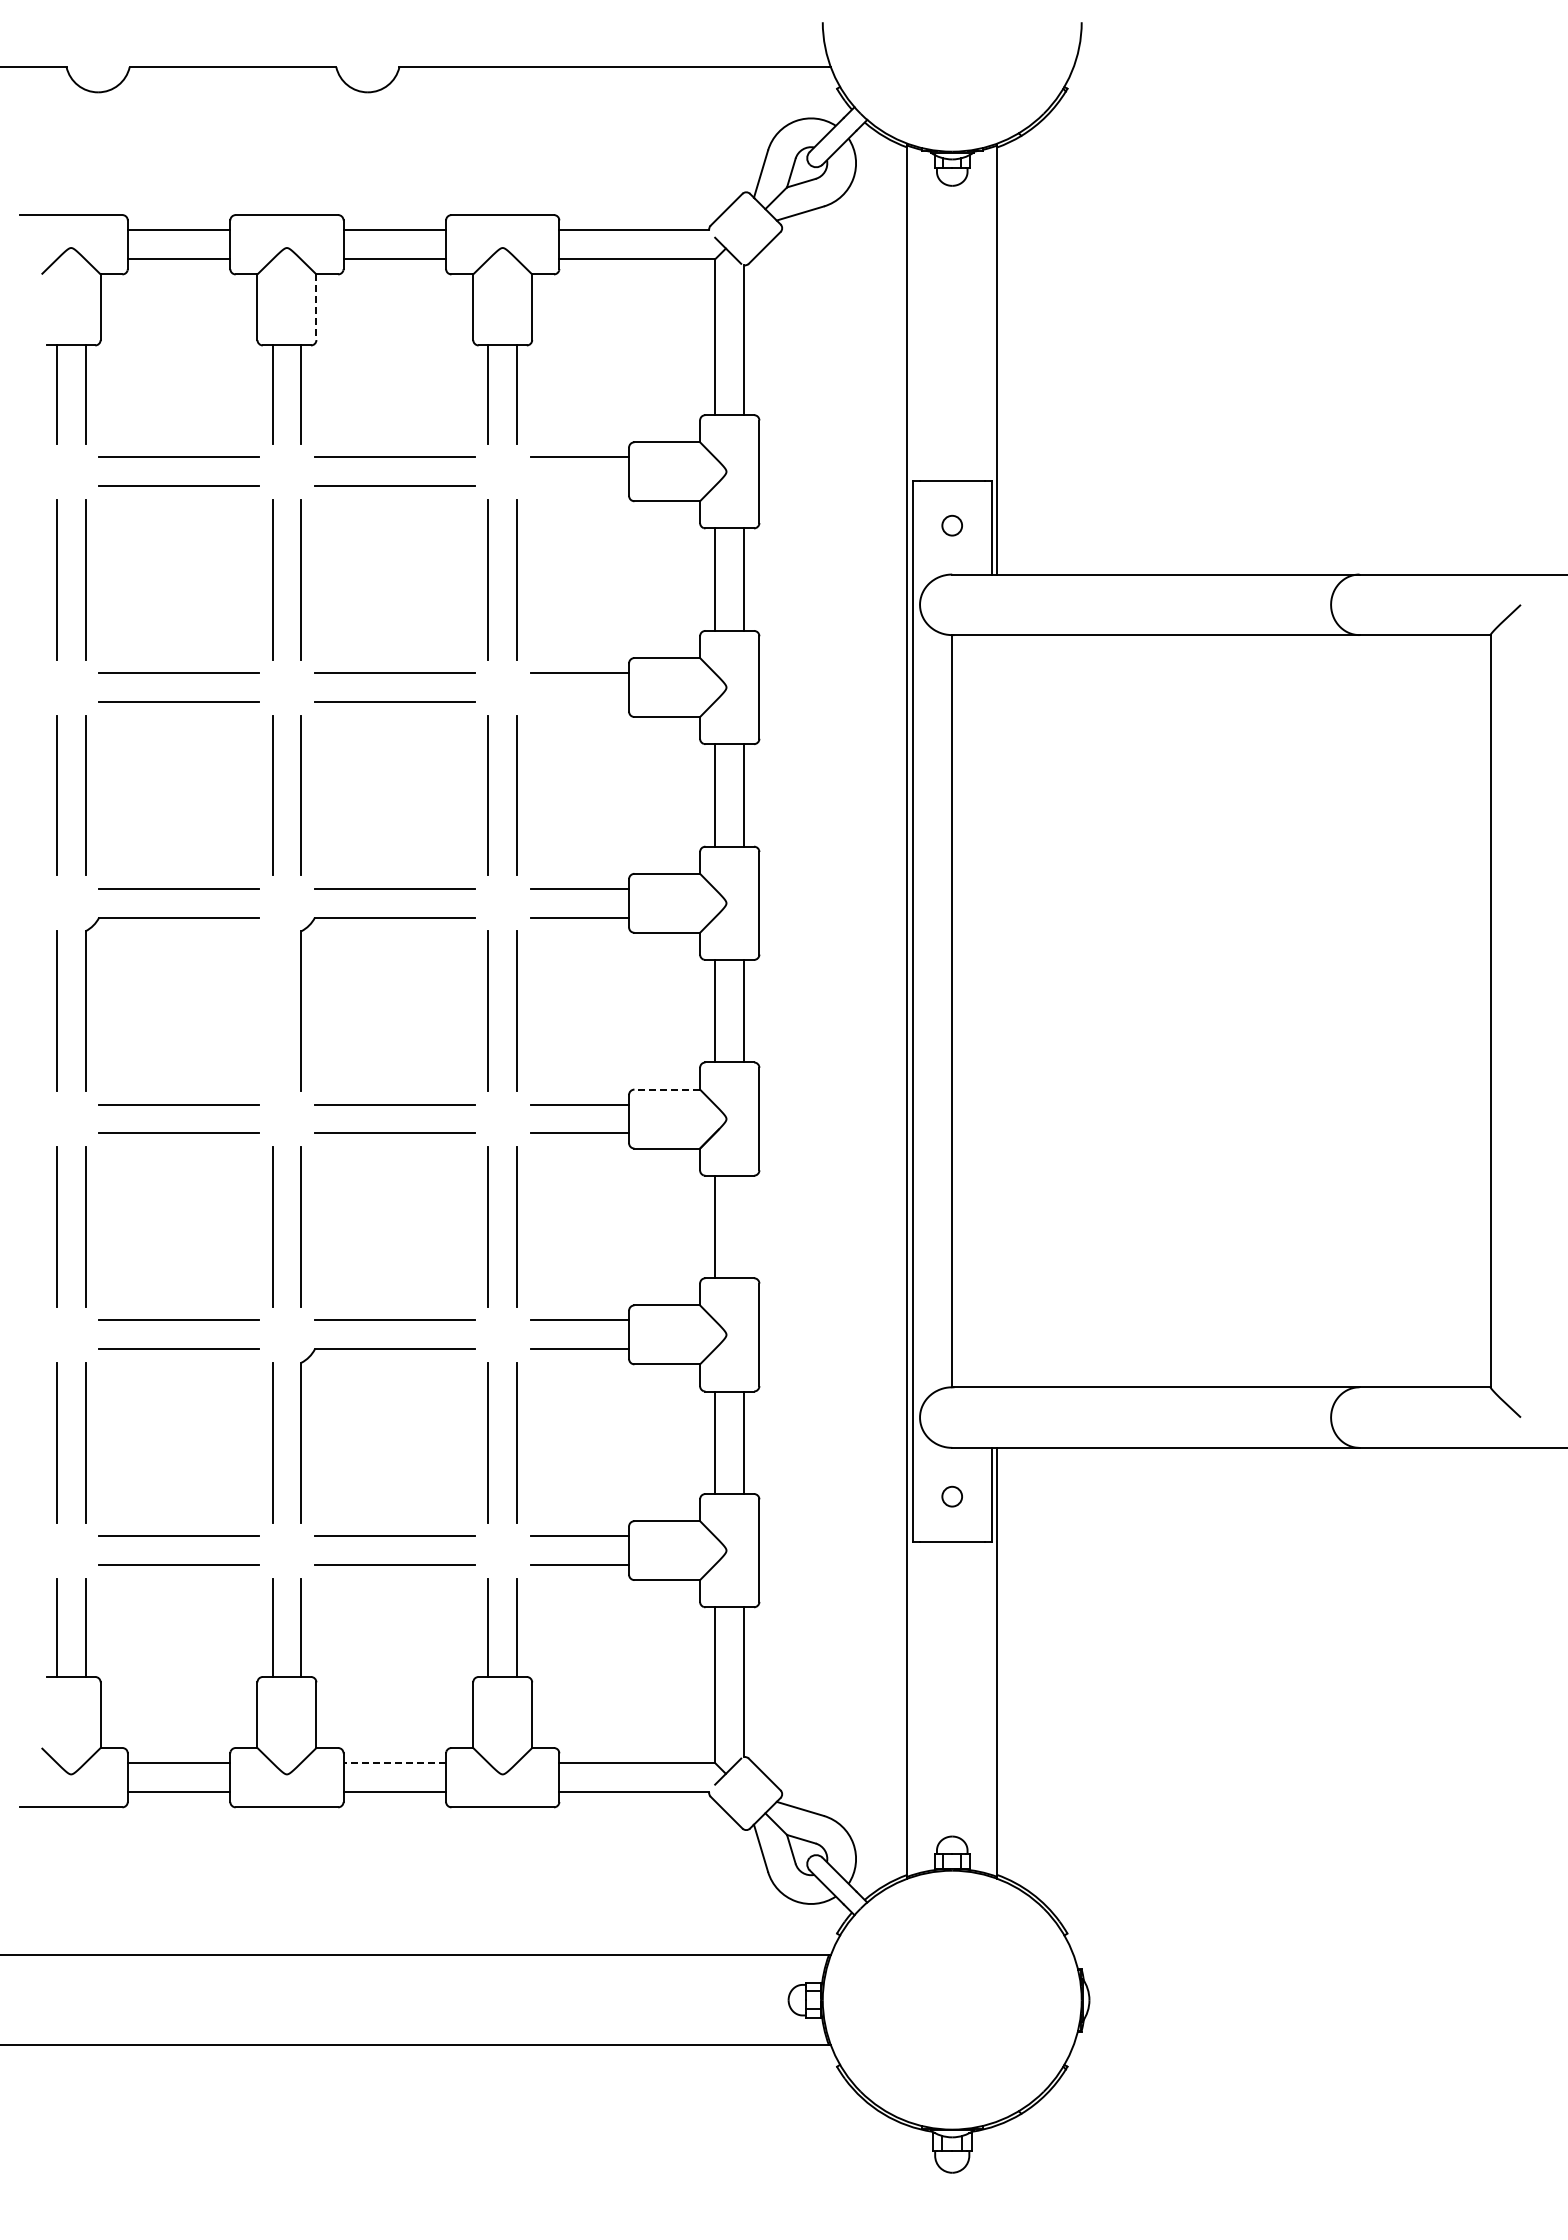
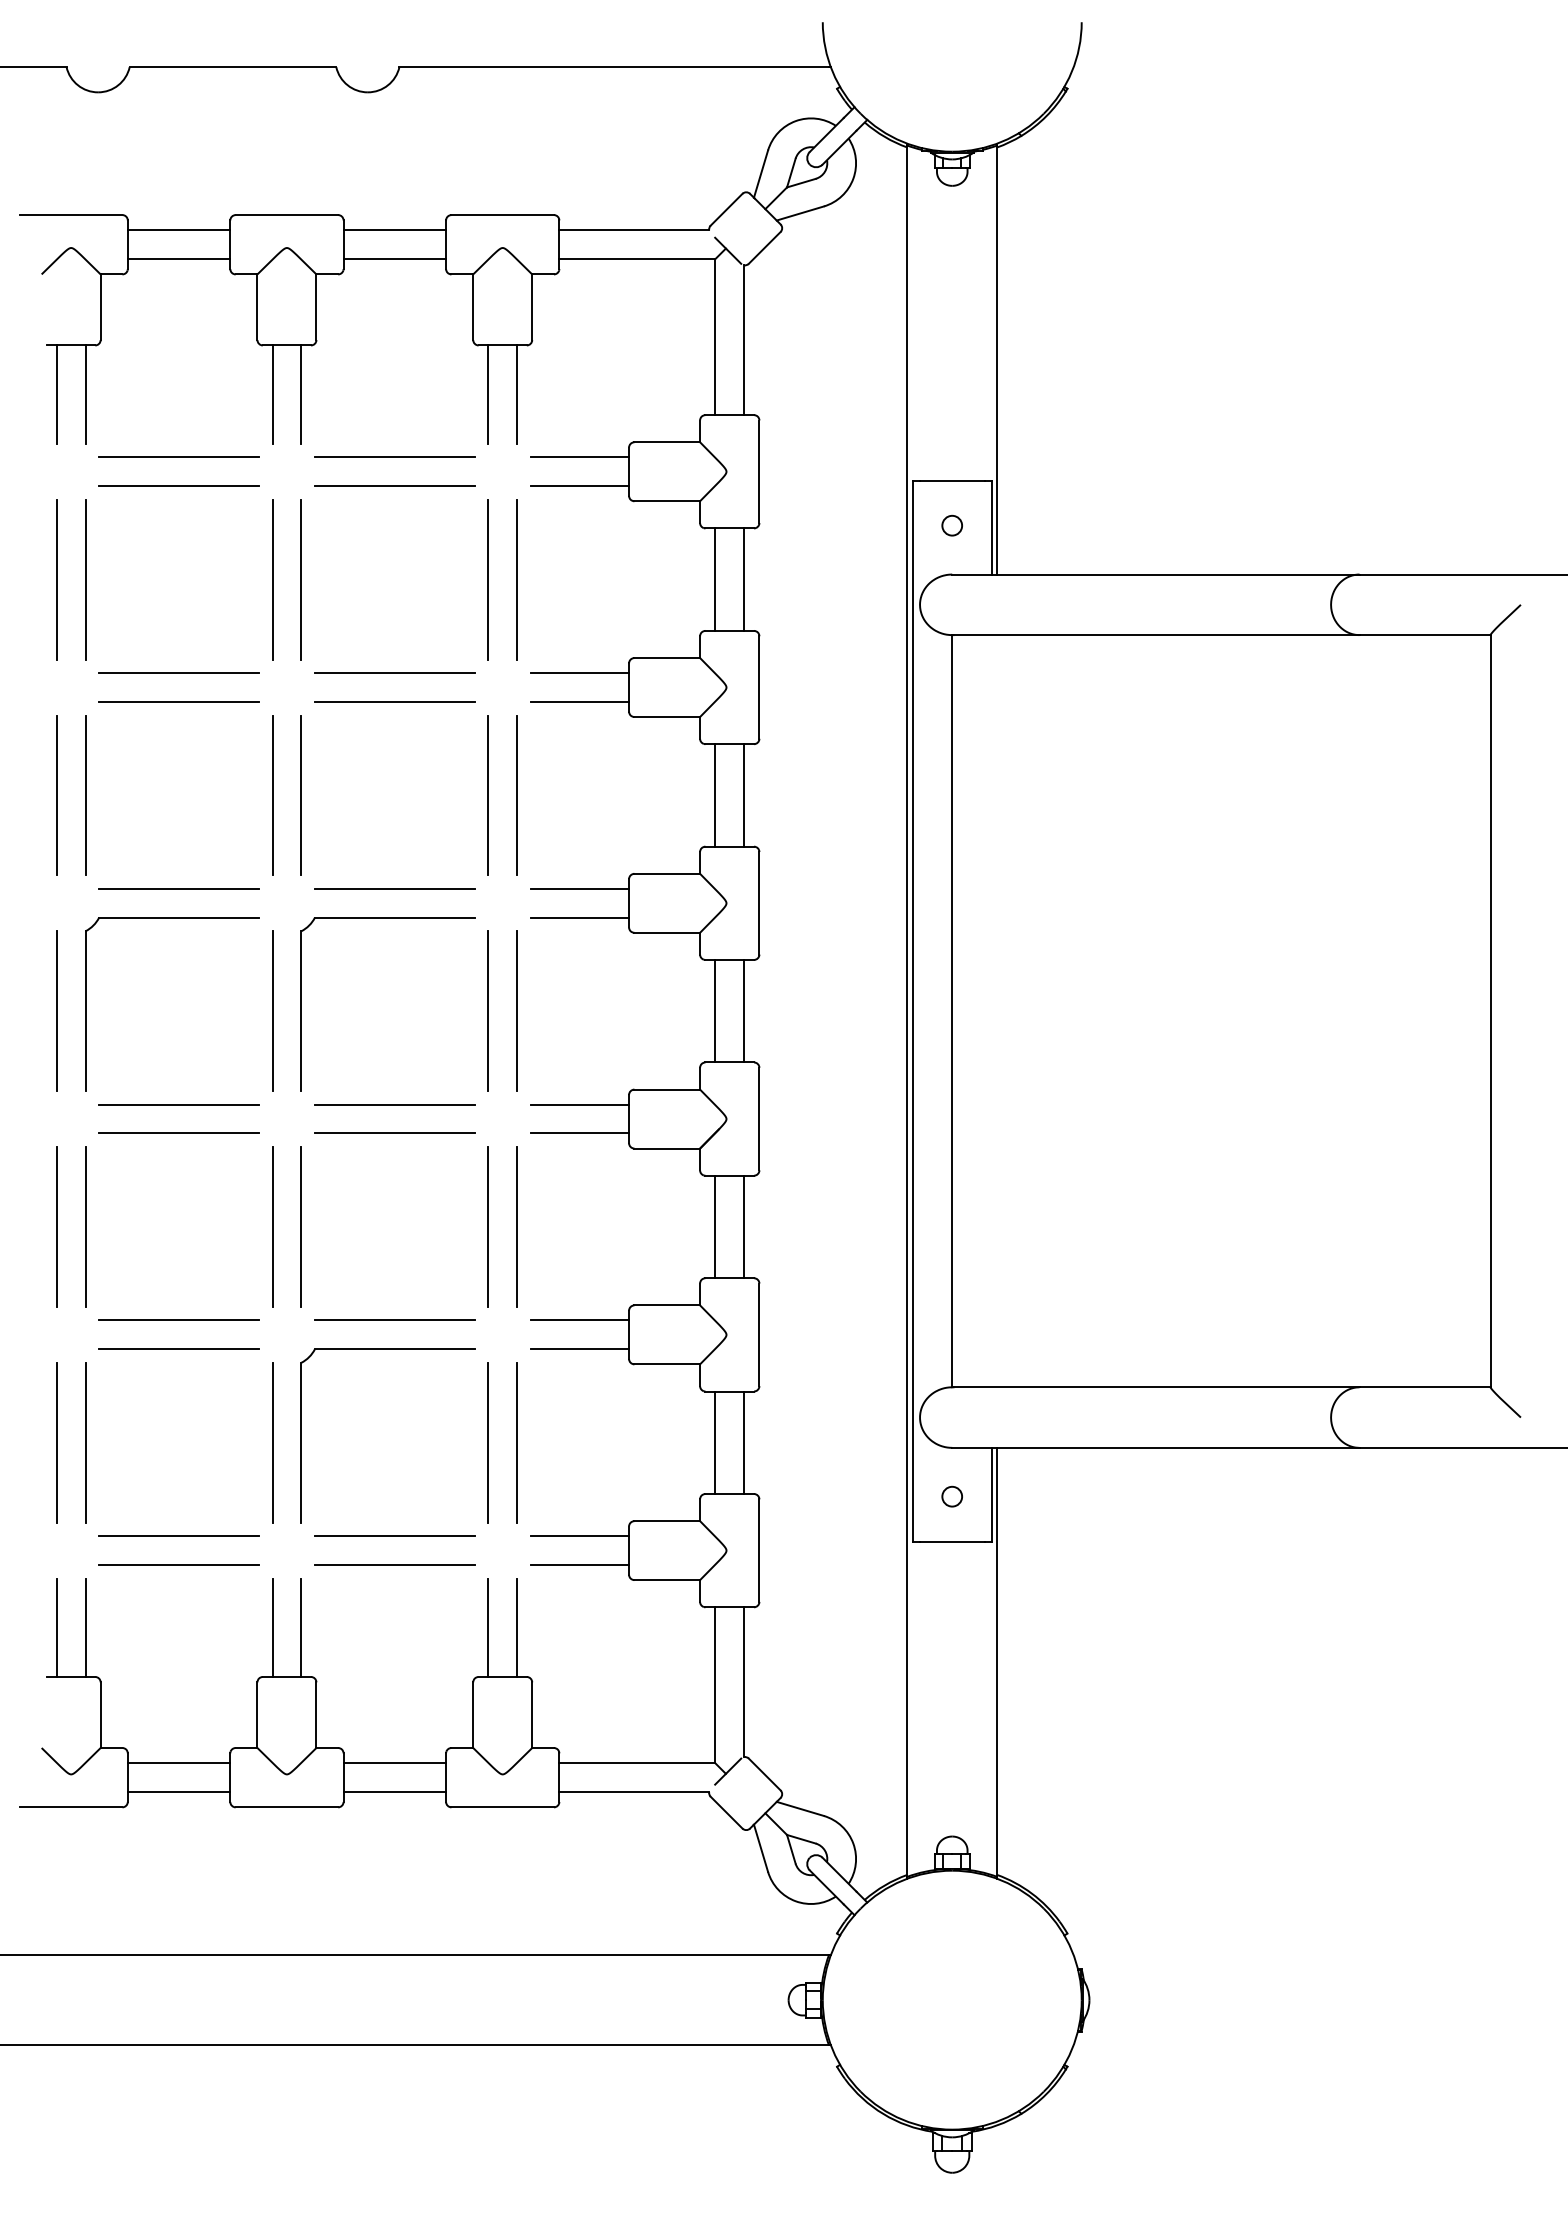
line at (316, 307): dashed -> solid
line at (579, 486): none -> present
line at (579, 701): none -> present
line at (272, 1011): none -> present
line at (667, 1089): dashed -> solid
line at (744, 1226): none -> present
line at (394, 1763): dashed -> solid
